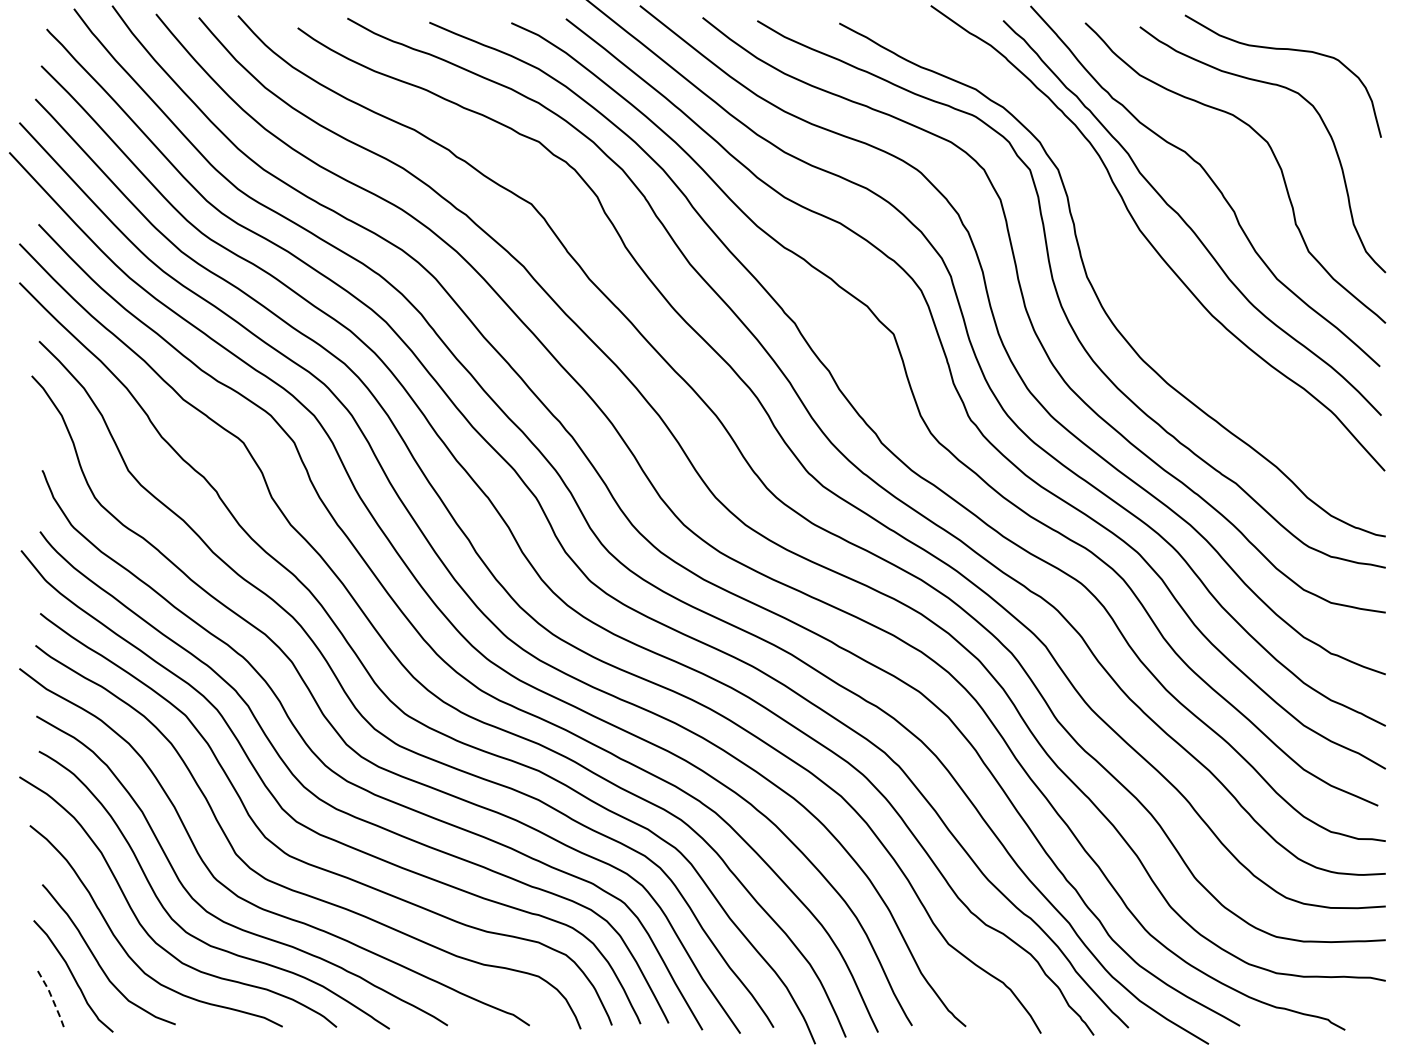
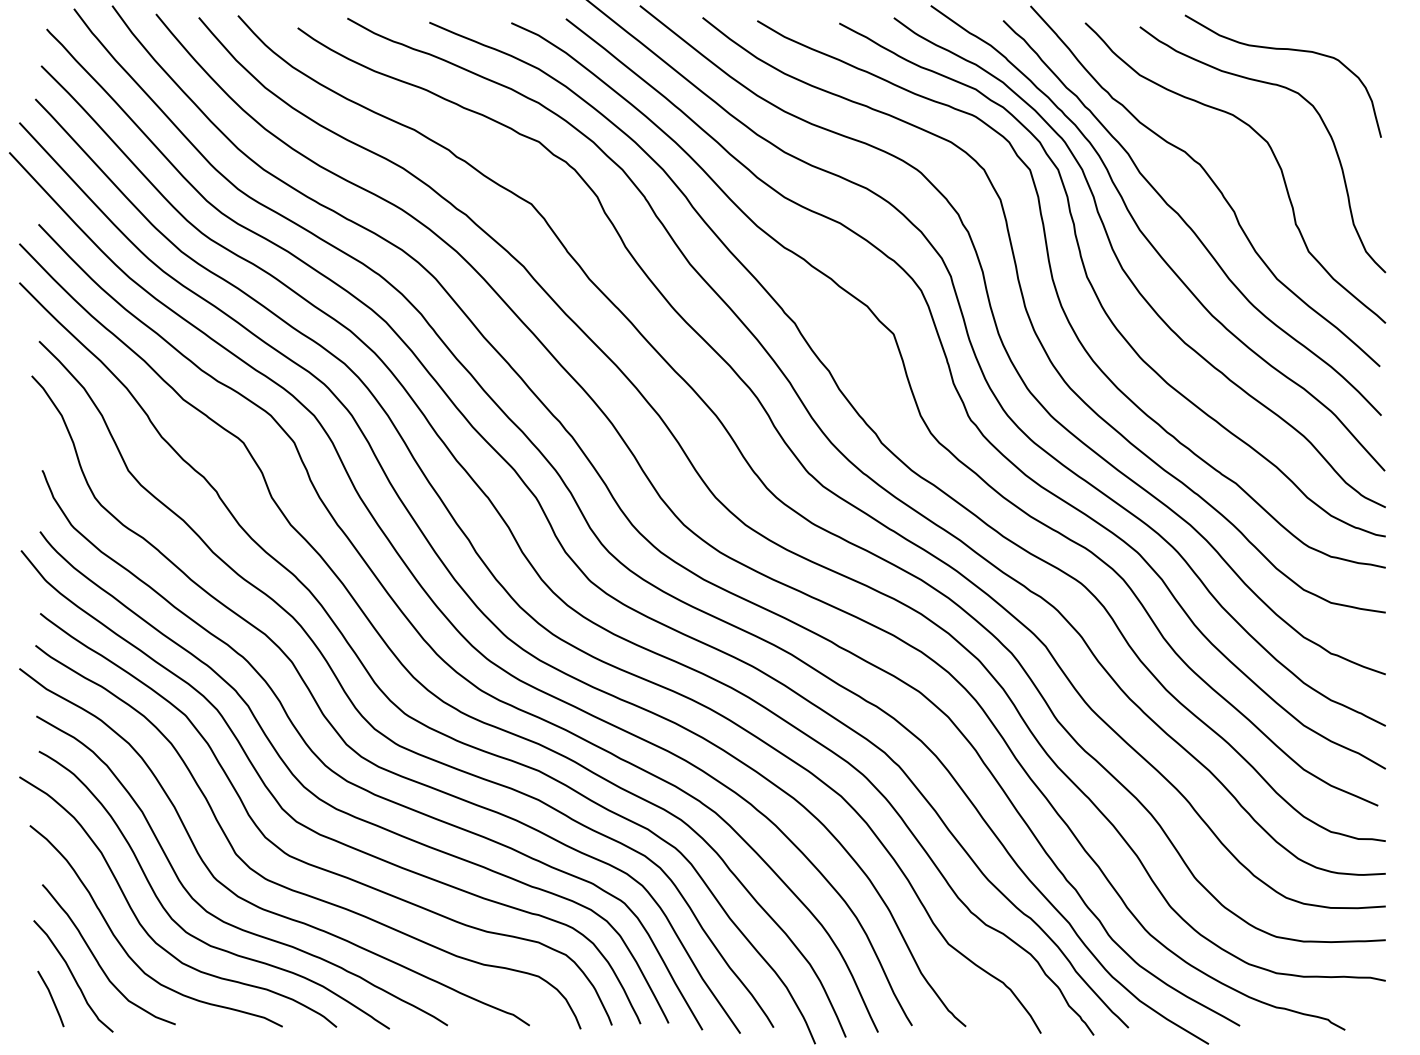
curve at (1126, 272): none -> present
line at (52, 998): dashed -> solid
